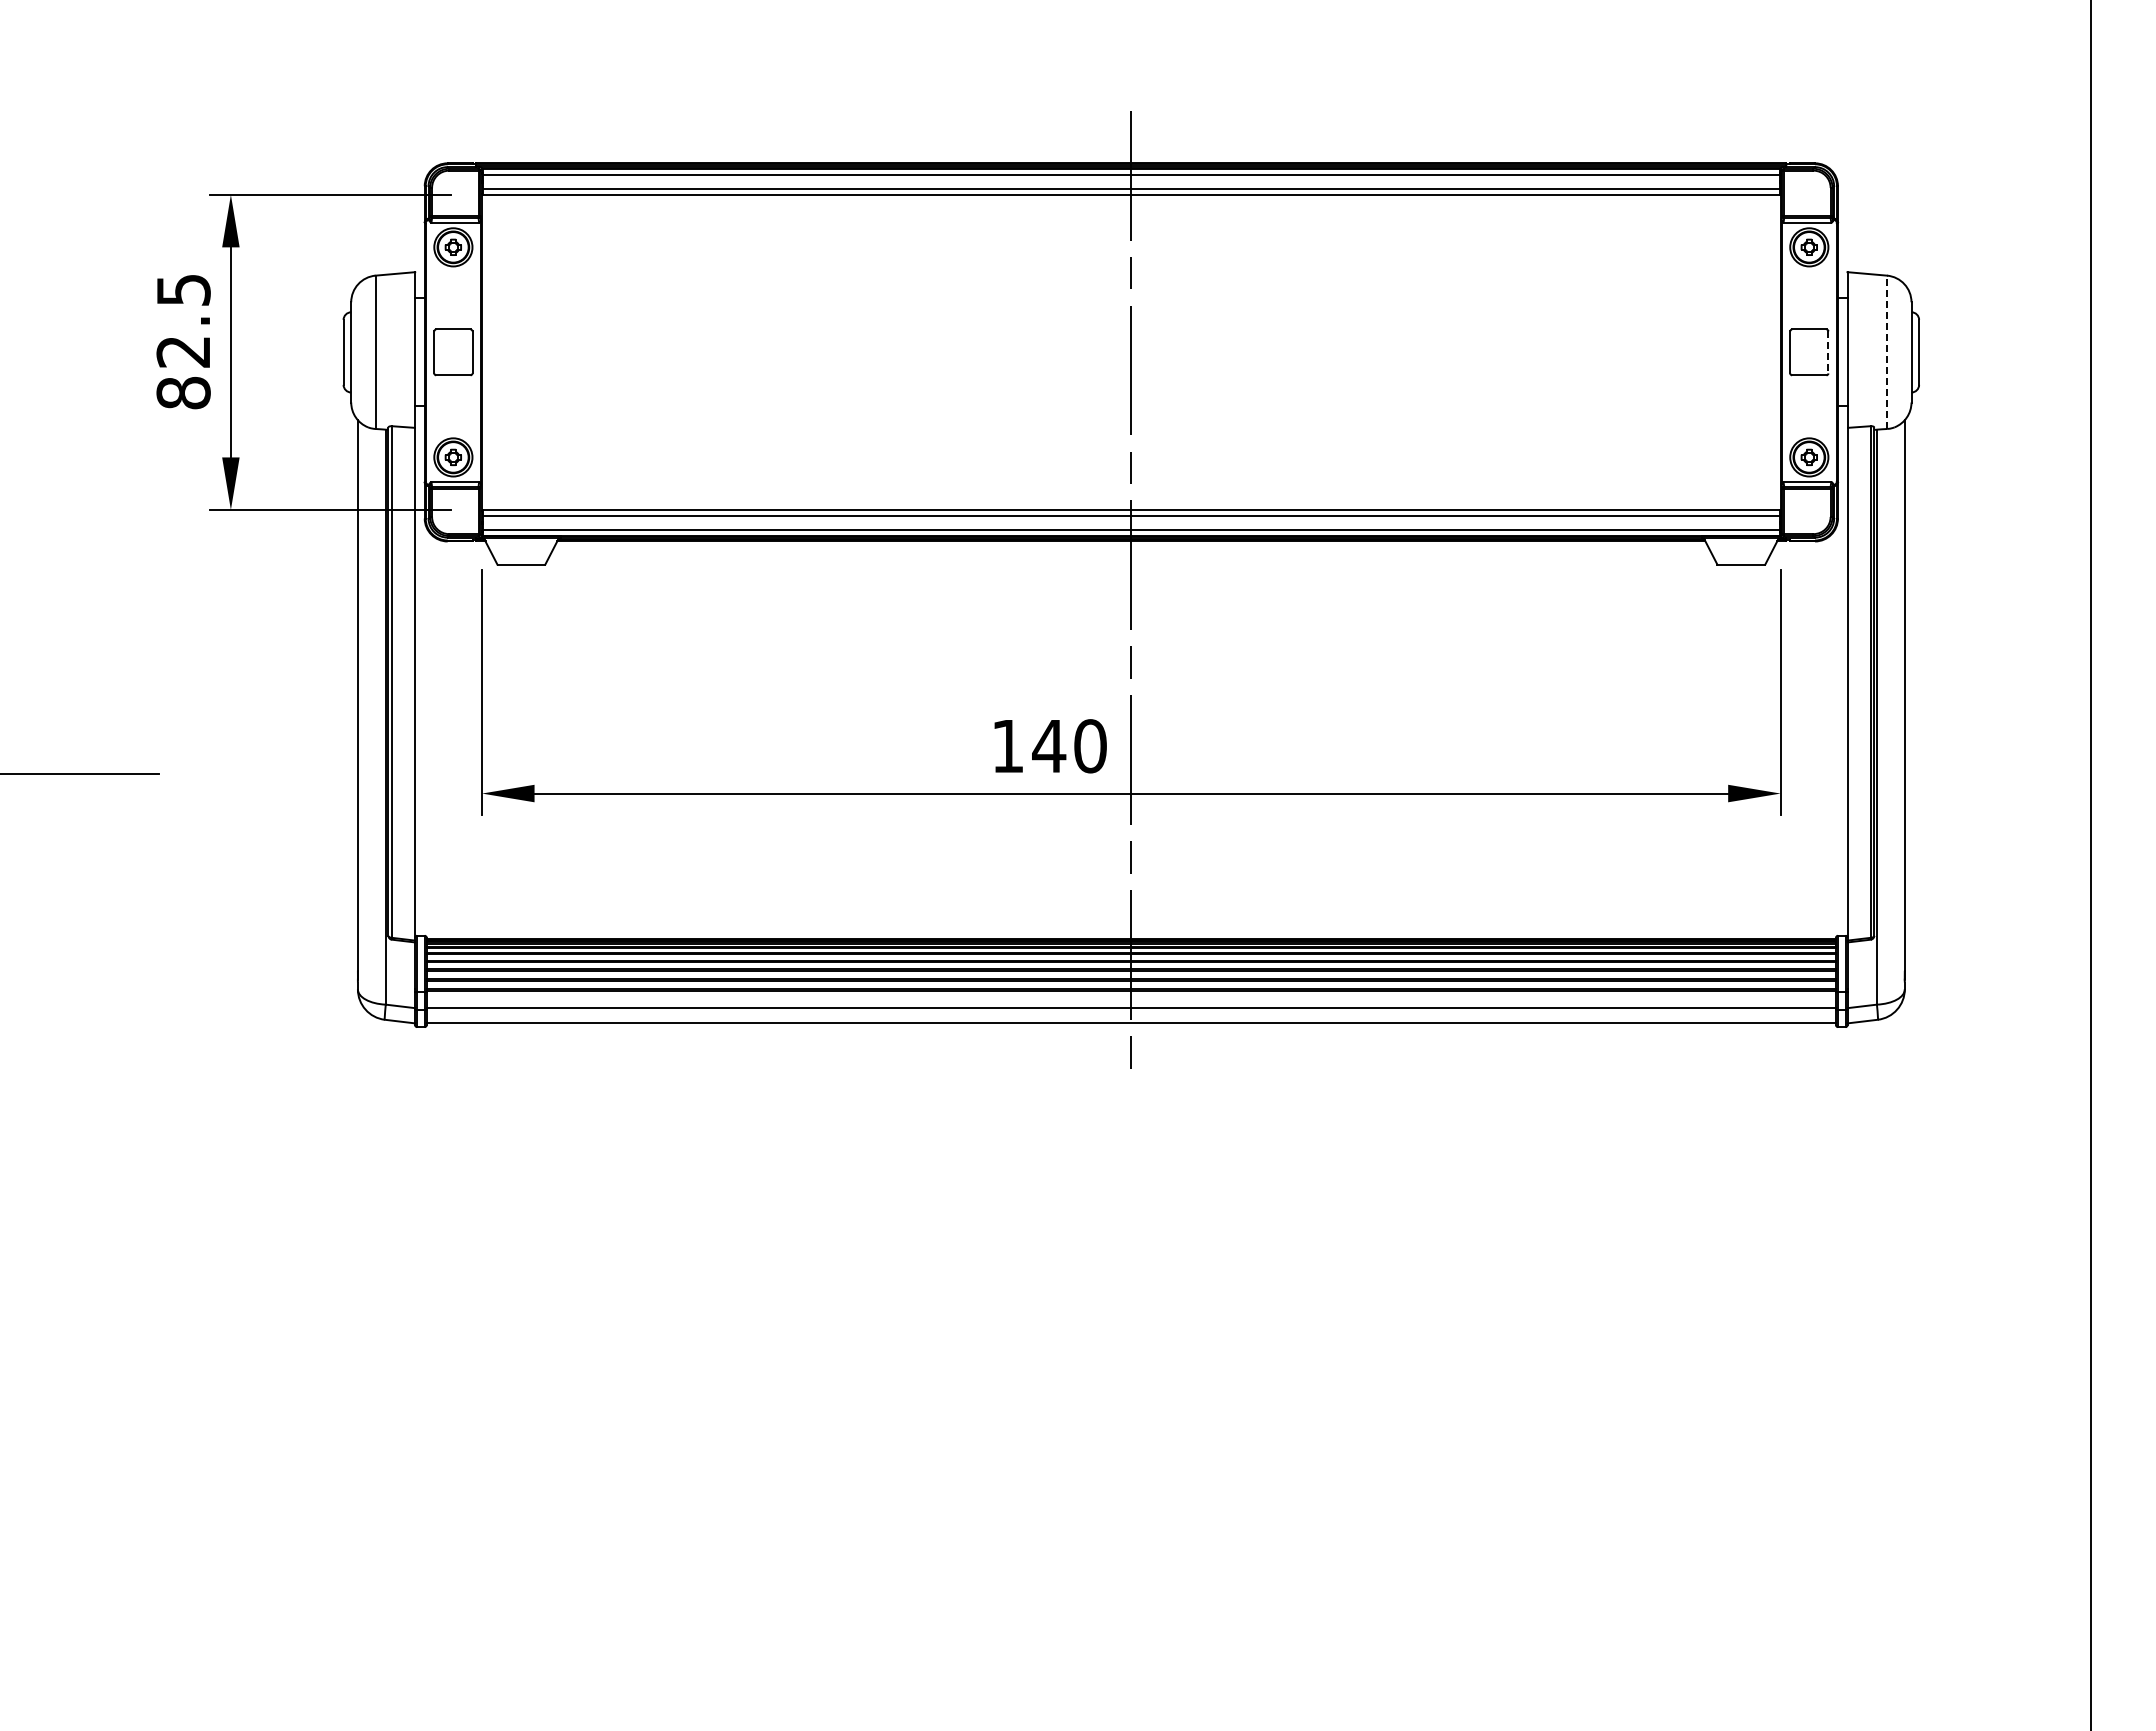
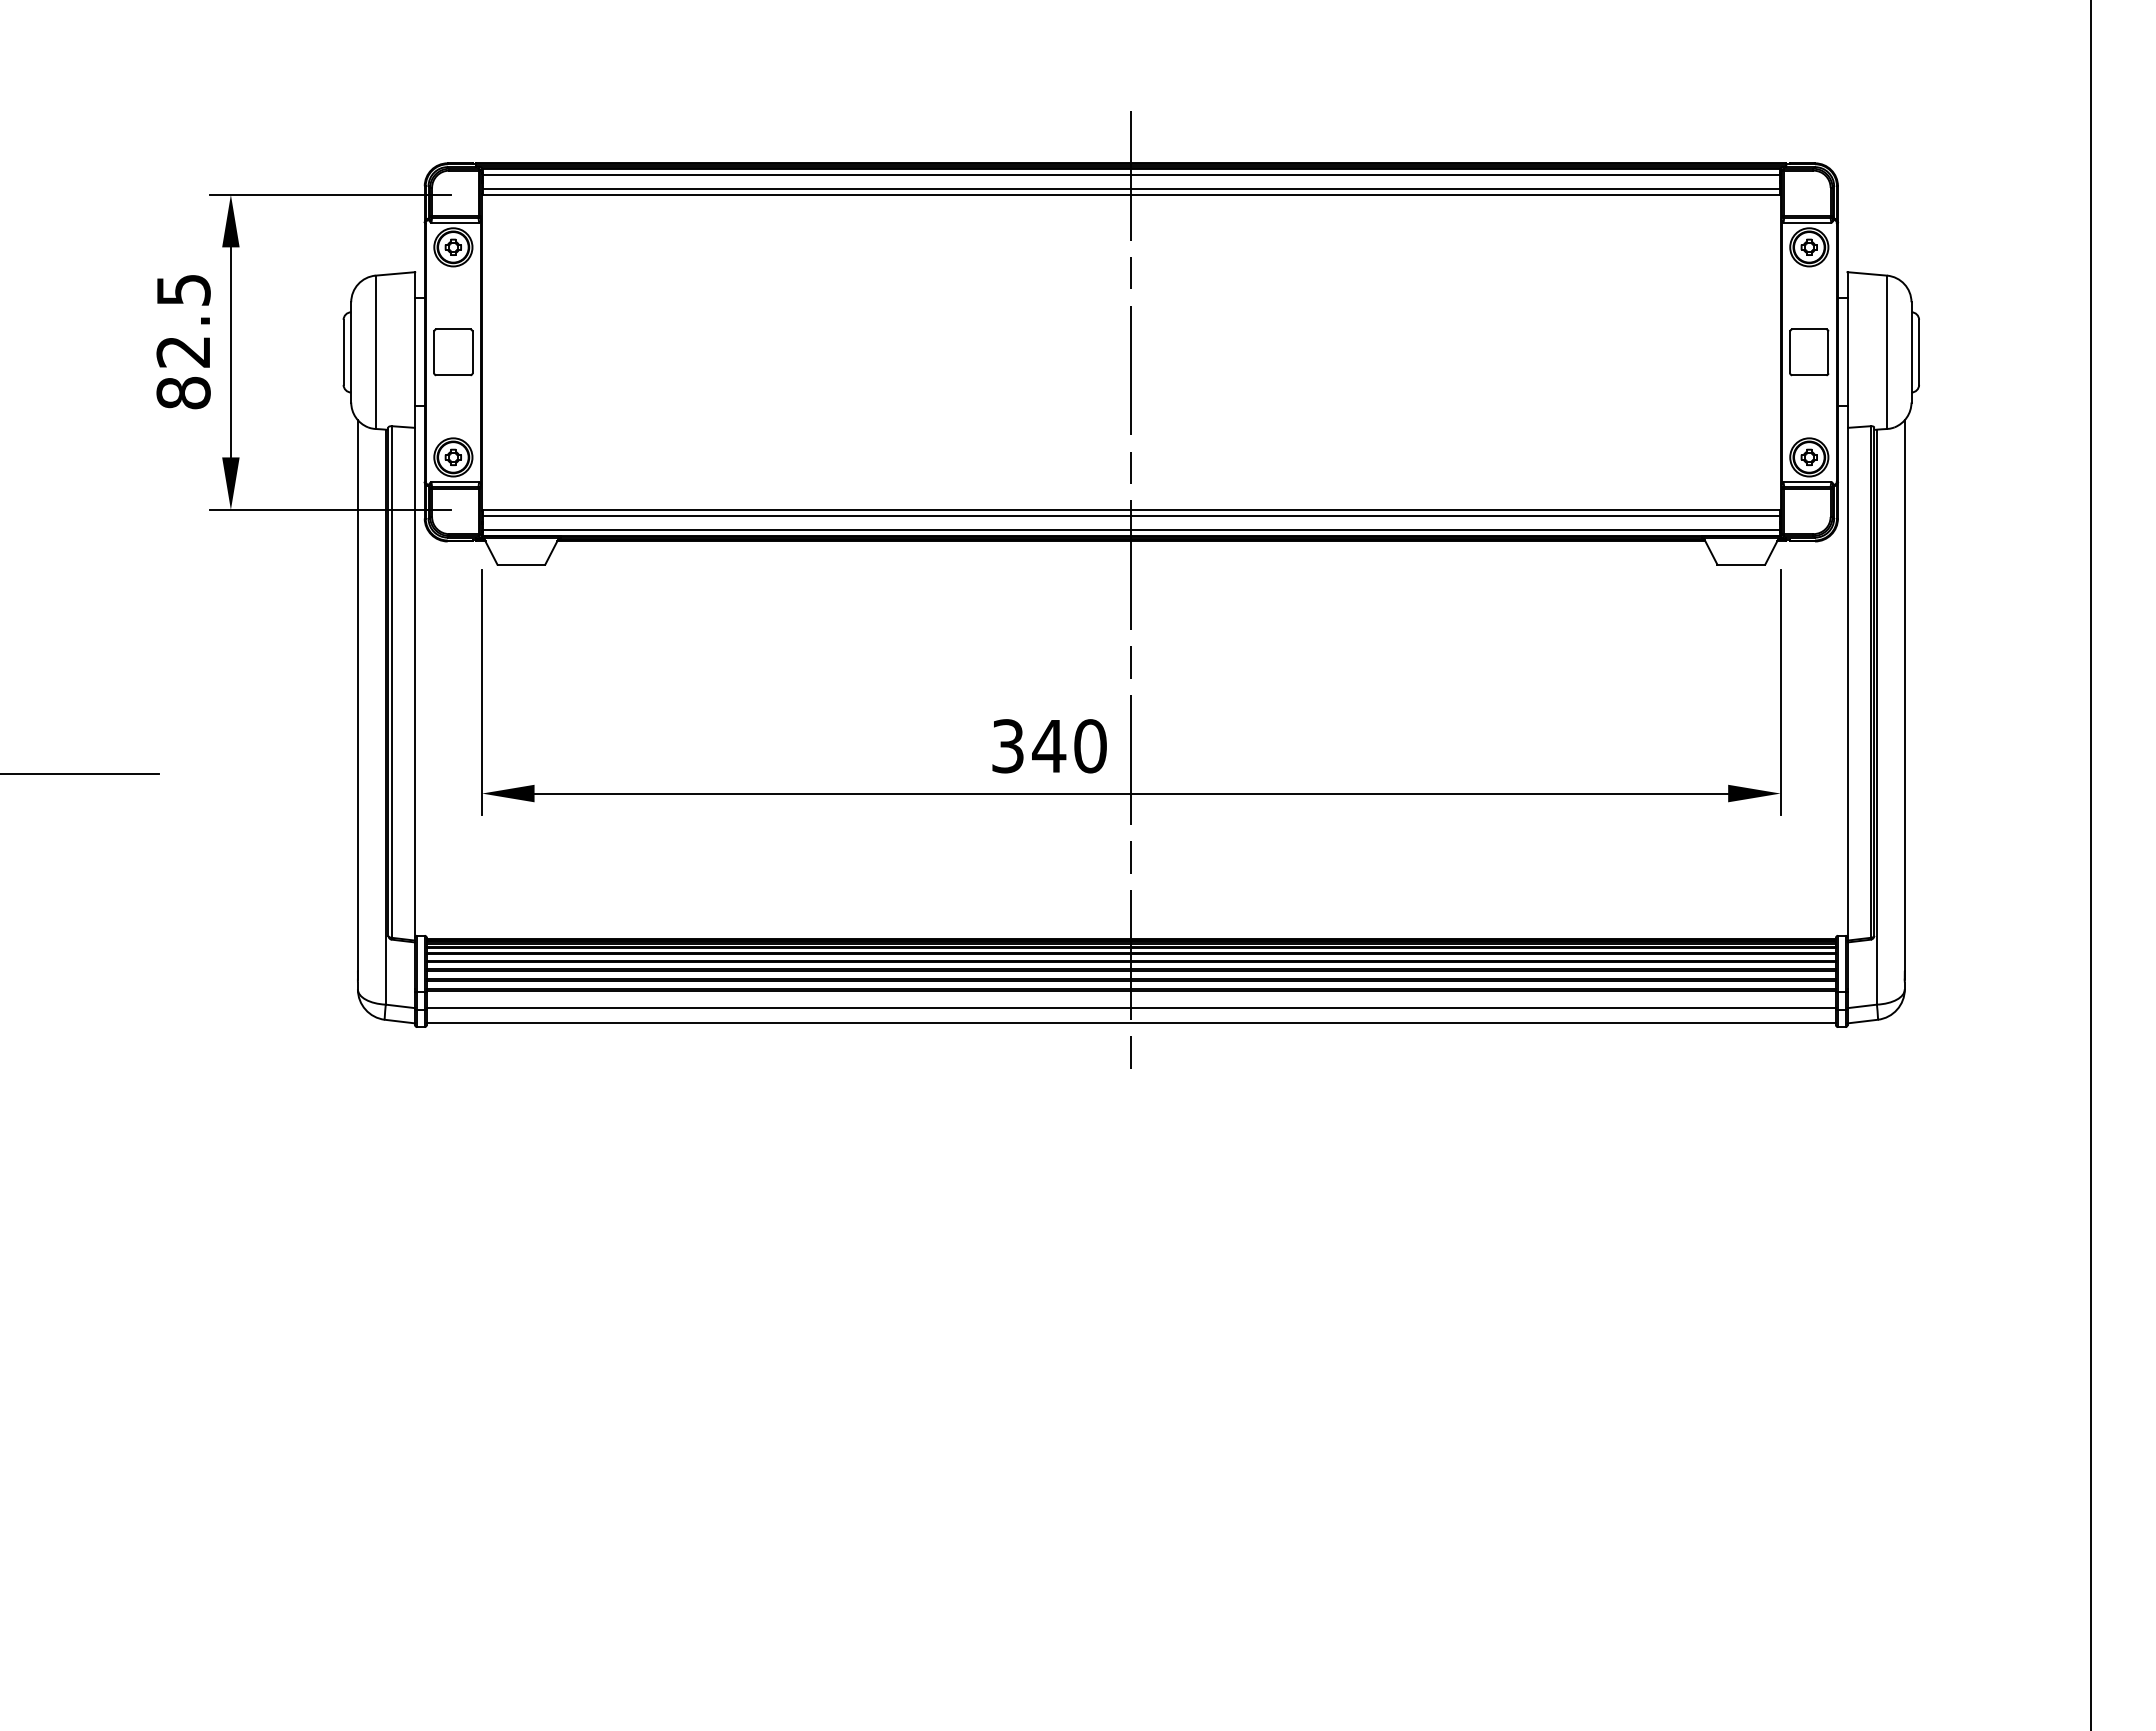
line at (1828, 352): dashed -> solid
line at (1887, 352): dashed -> solid
text at (1007, 746): 140 -> 340
